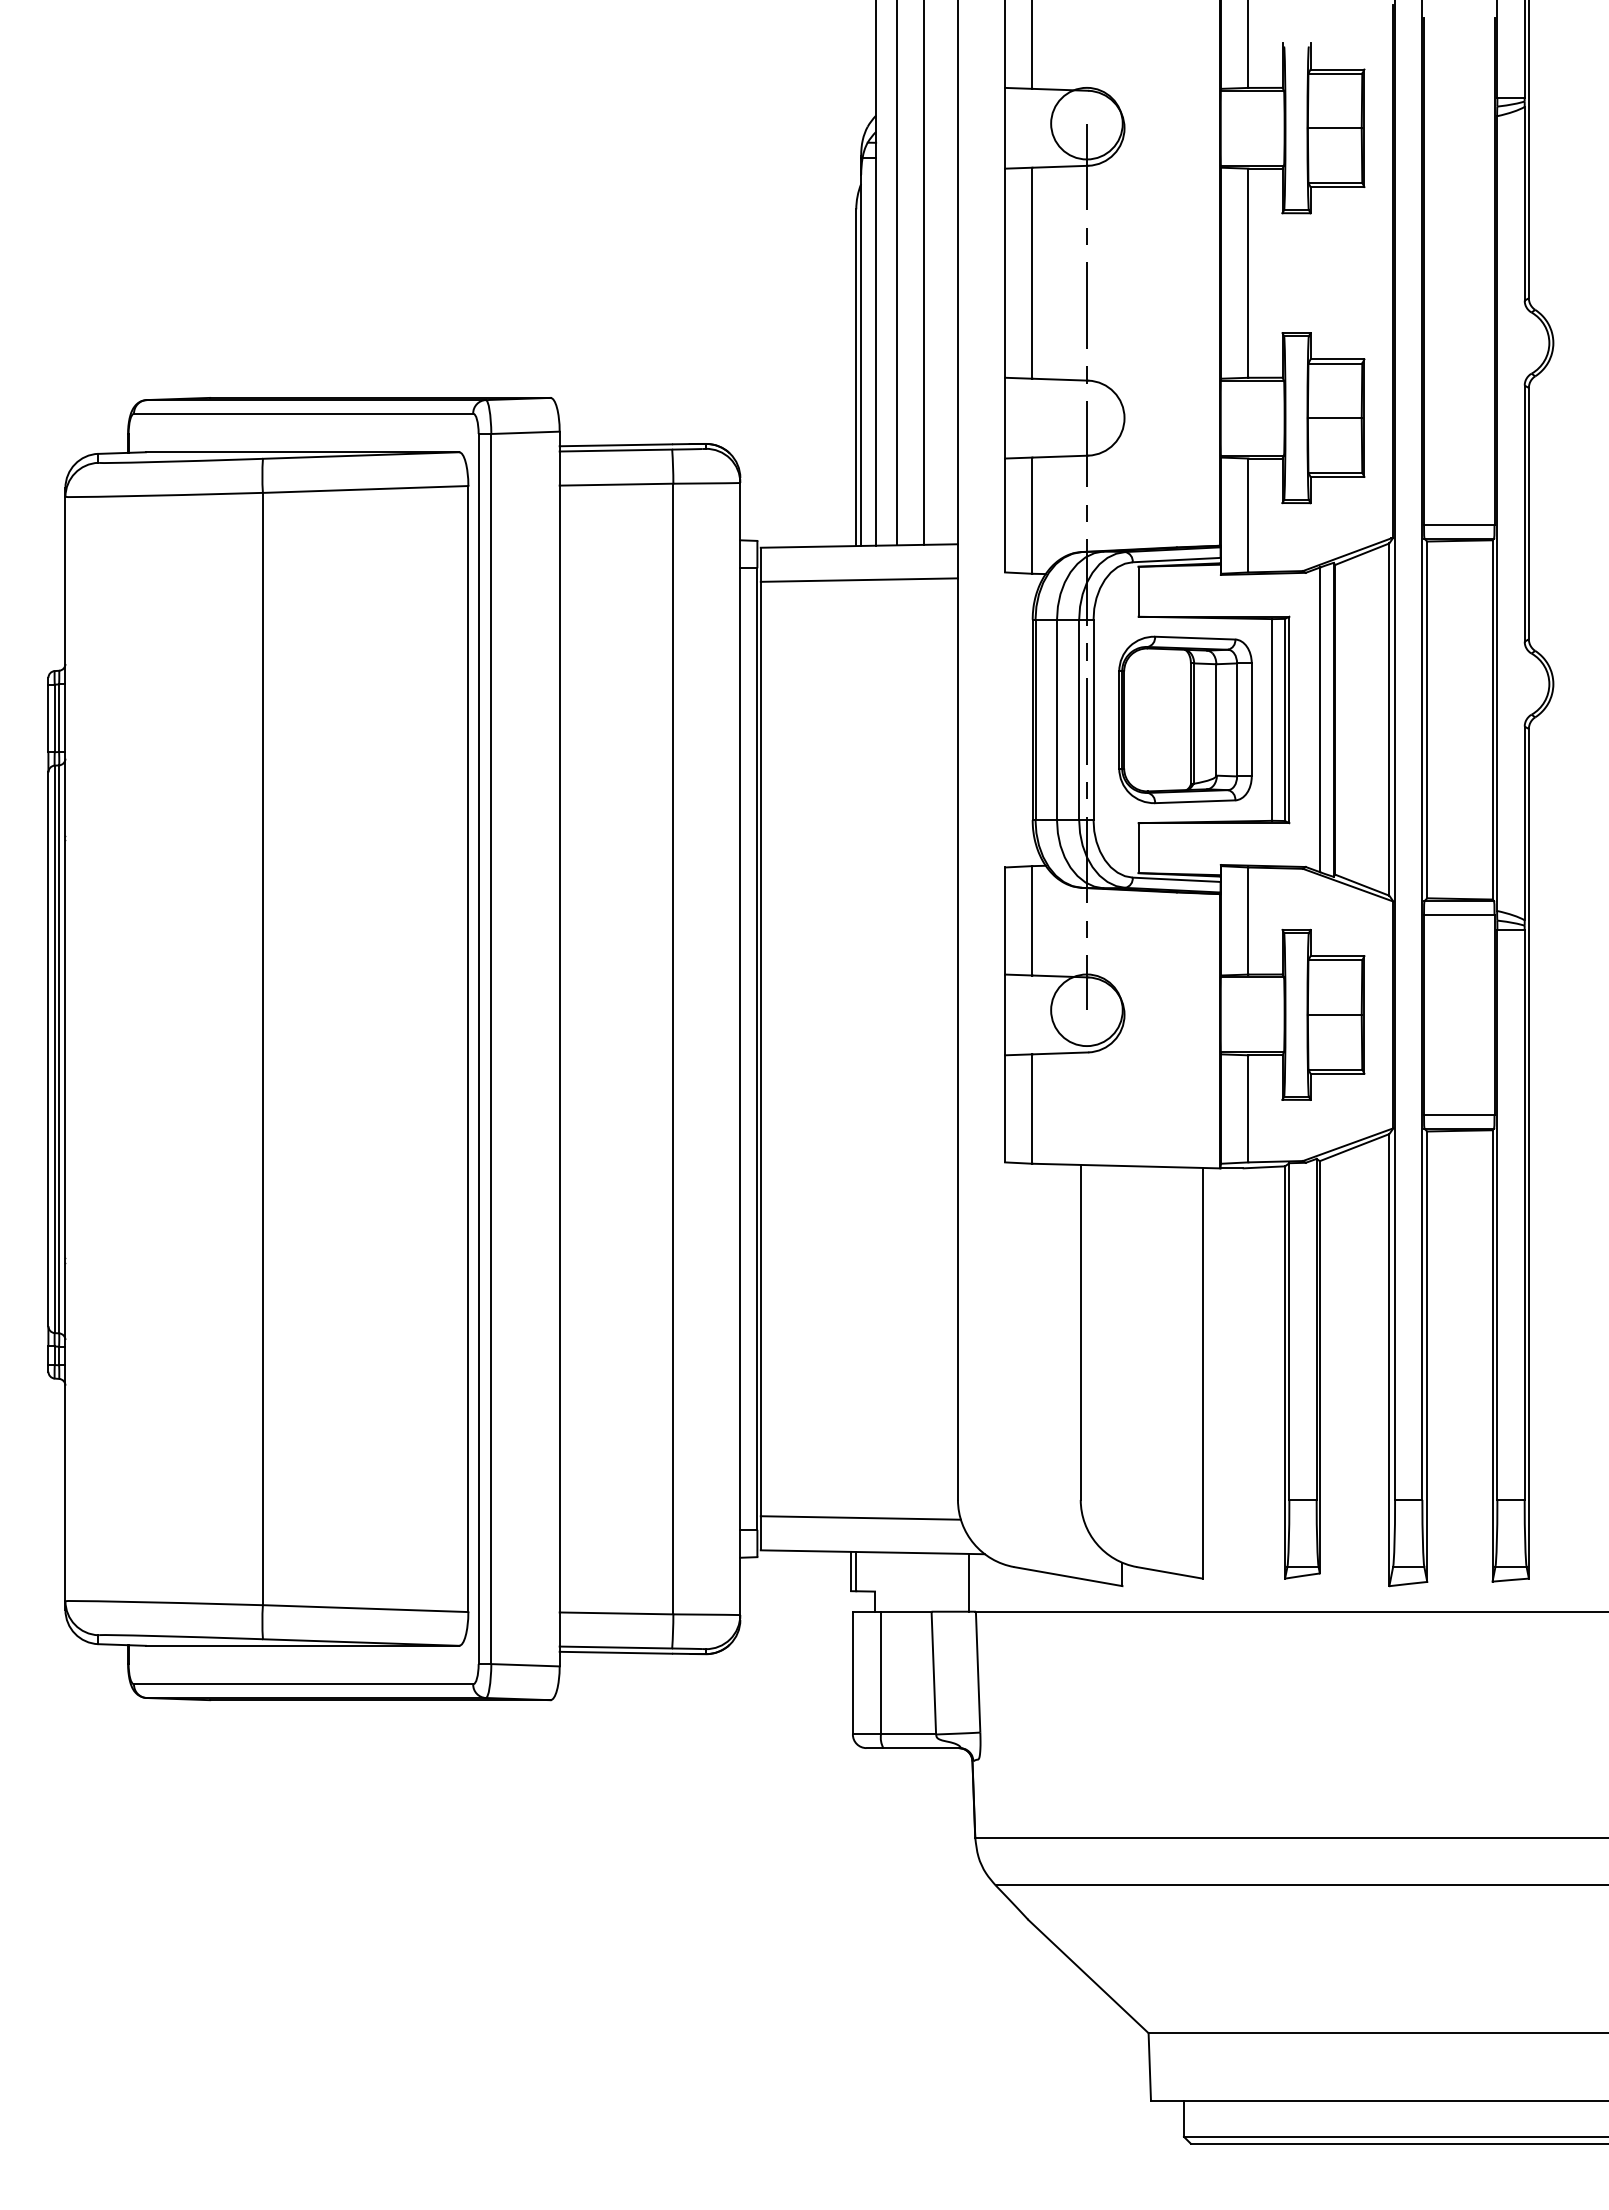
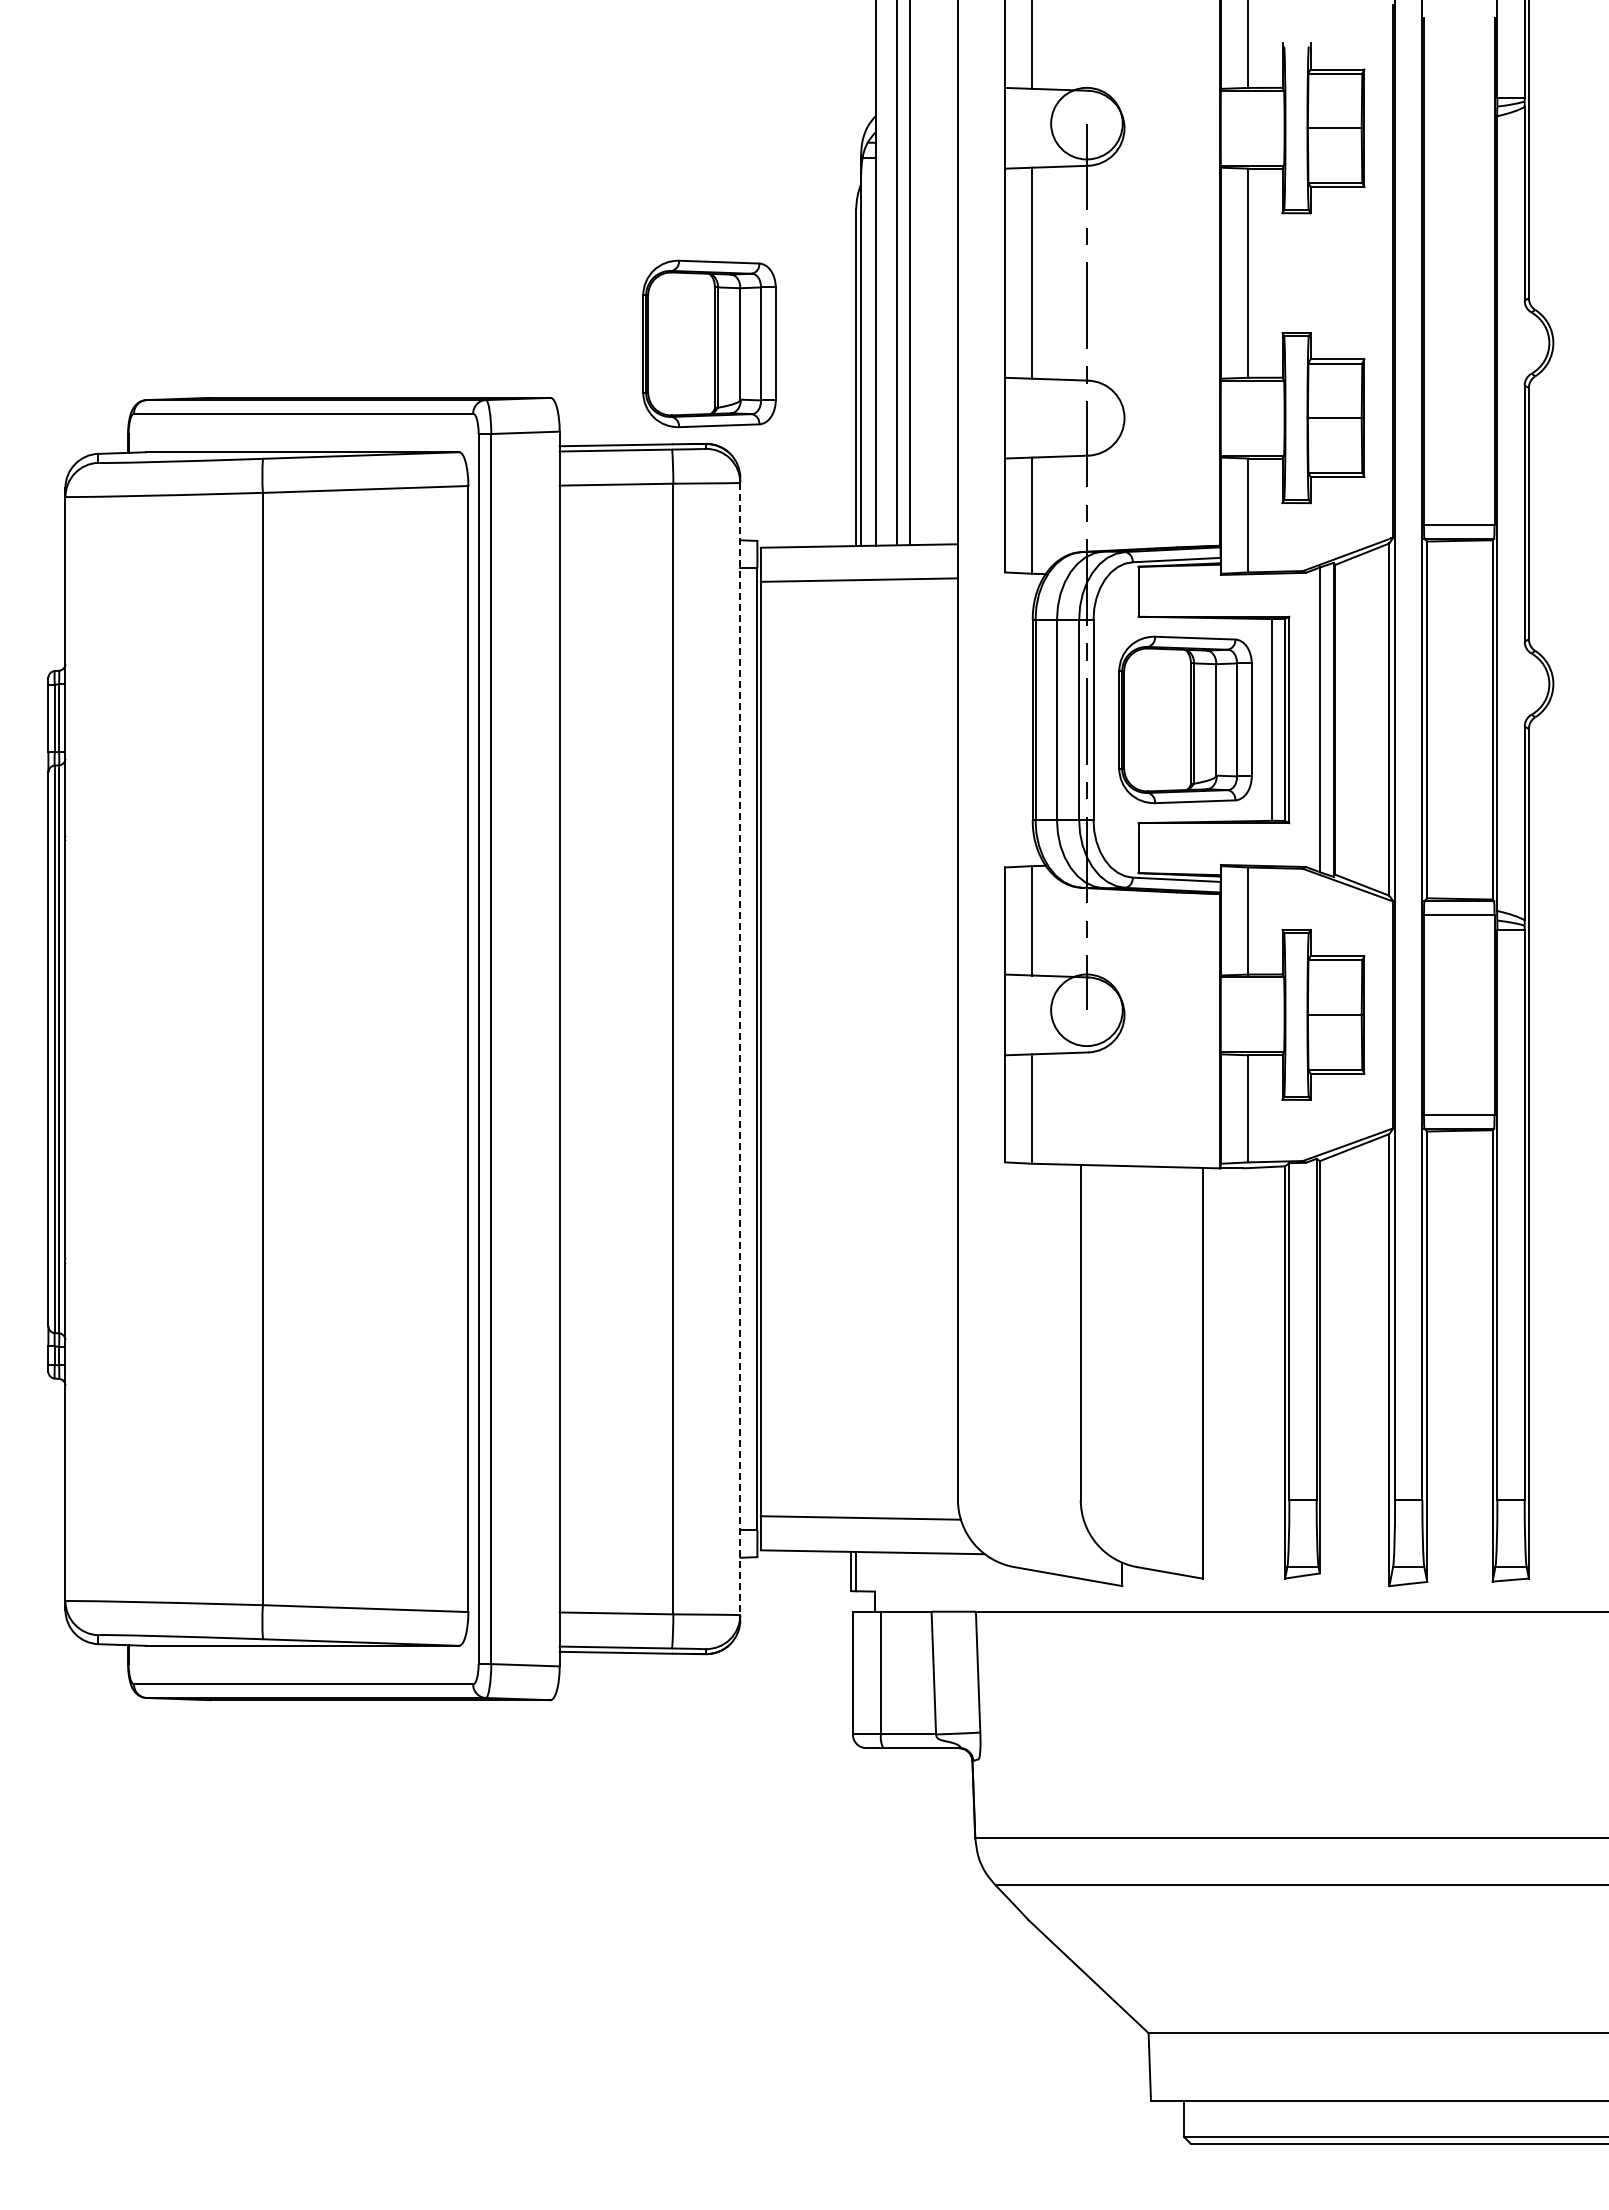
line at (923, 273) position: (923, 273) -> (909, 273)
part at (709, 343): none -> present
line at (740, 1049): solid -> dashed
line at (968, 1582): present -> none
